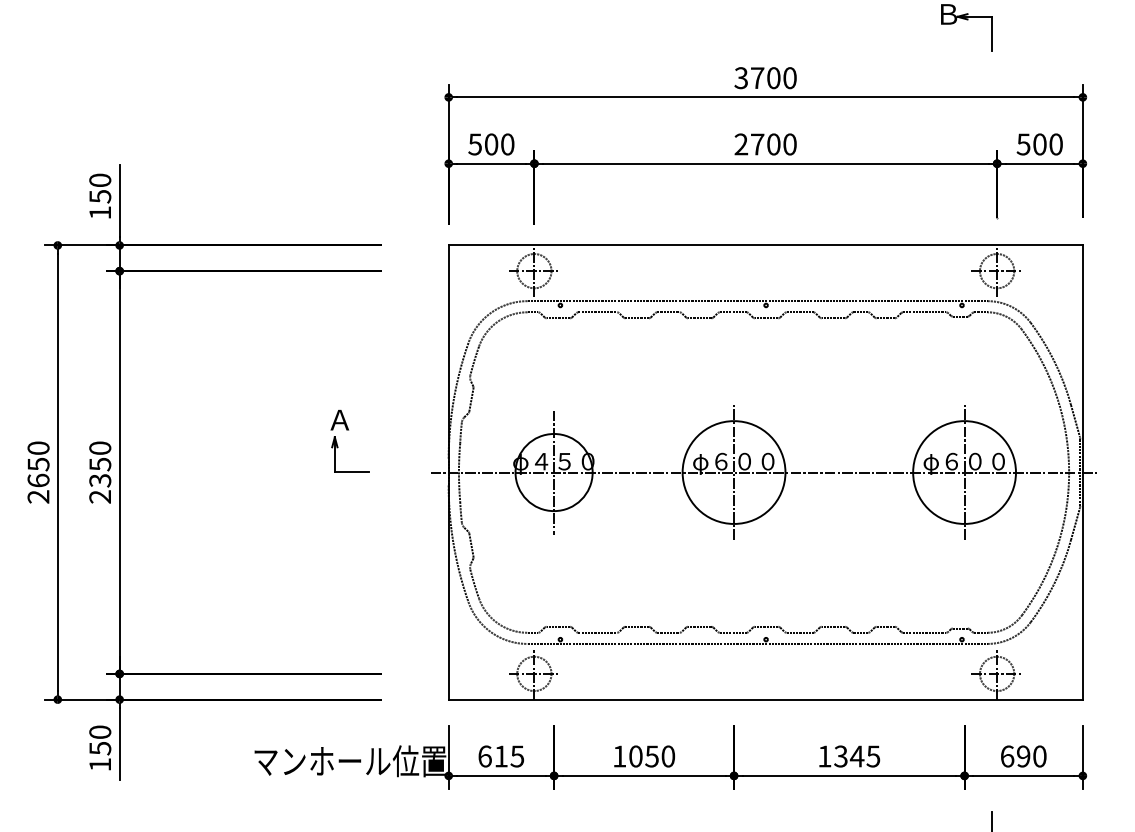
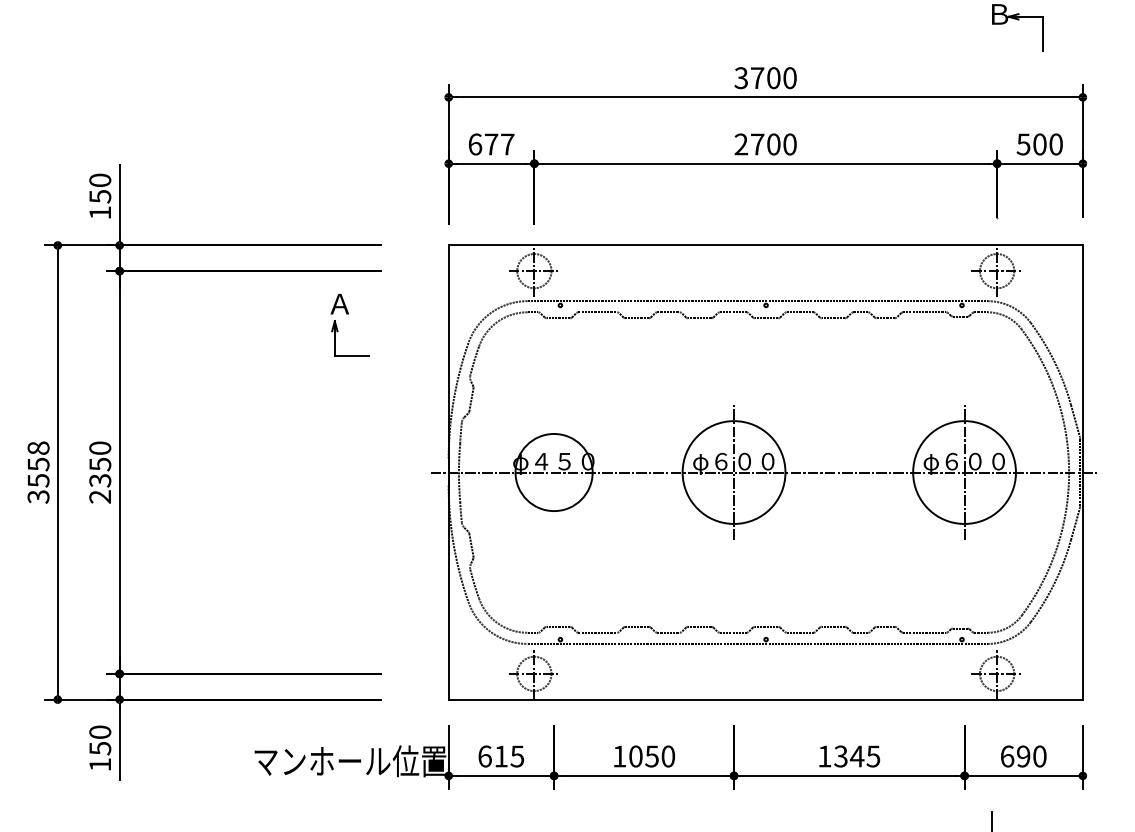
part at (966, 20) position: (966, 20) -> (1017, 20)
text at (491, 144): 500 -> 677
part at (349, 430) position: (349, 430) -> (349, 314)
text at (38, 472): 2650 -> 3558
line at (554, 472): present -> none
